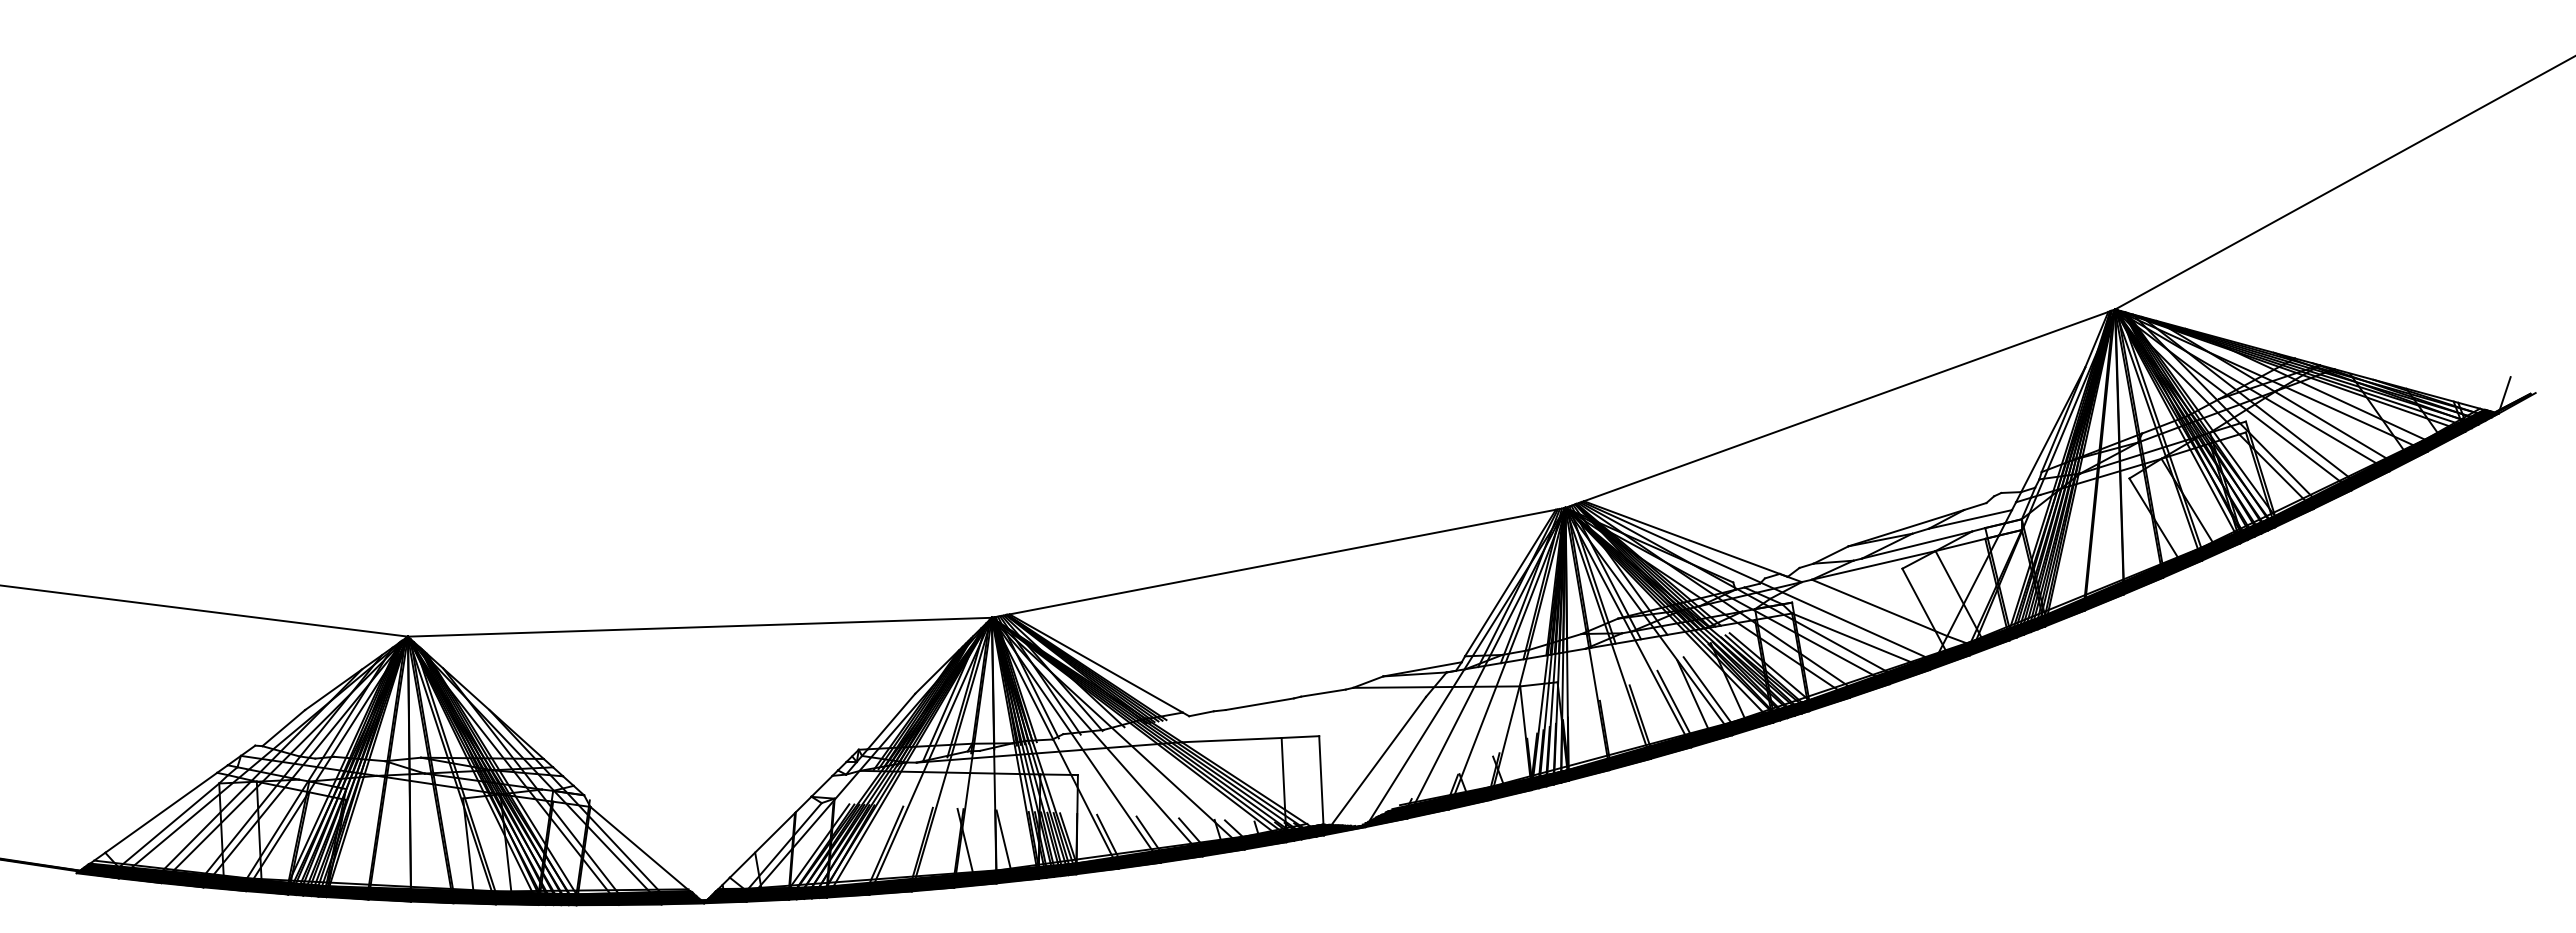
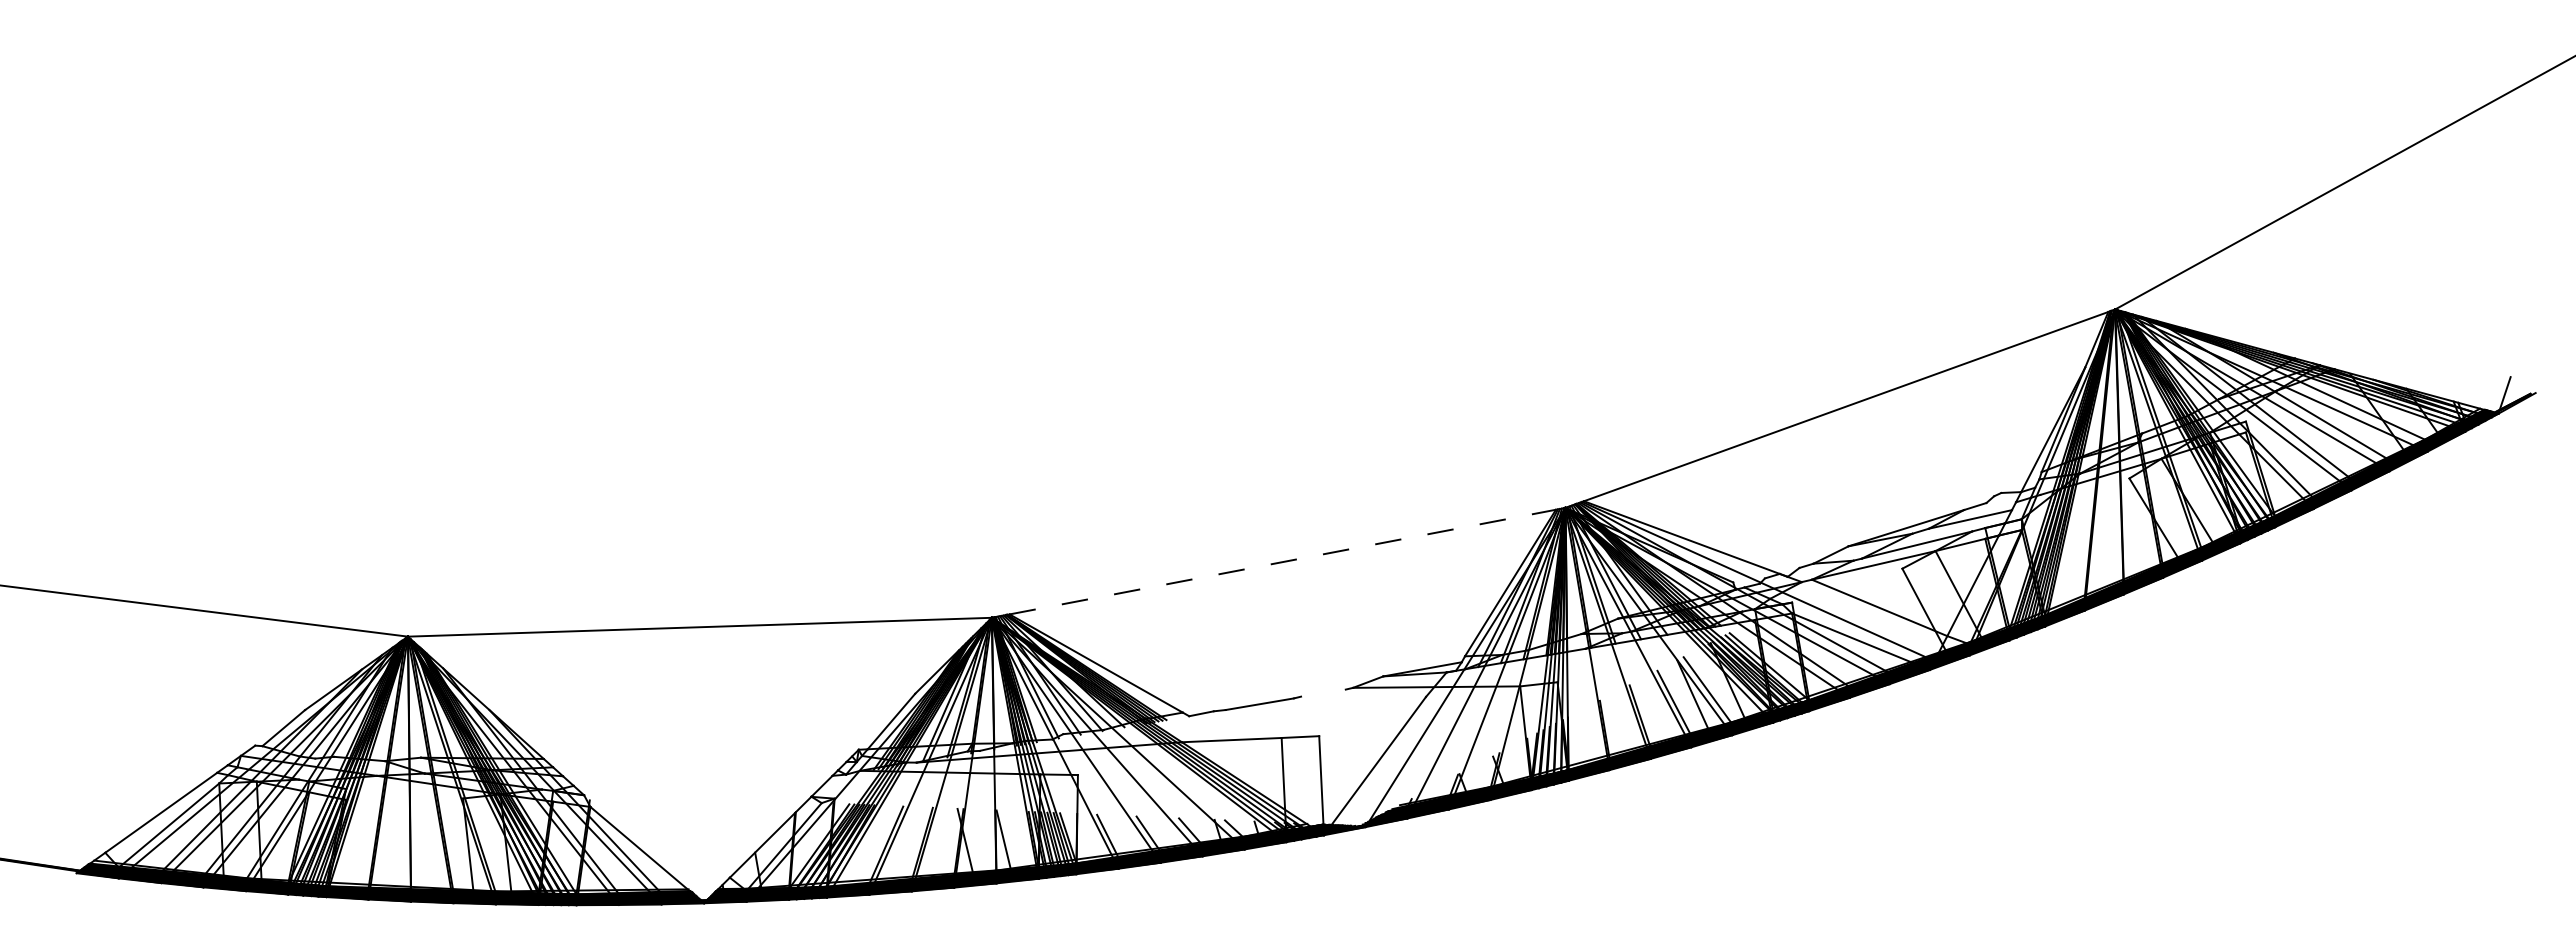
line at (1283, 561): solid -> dashed
line at (1323, 692): present -> none
